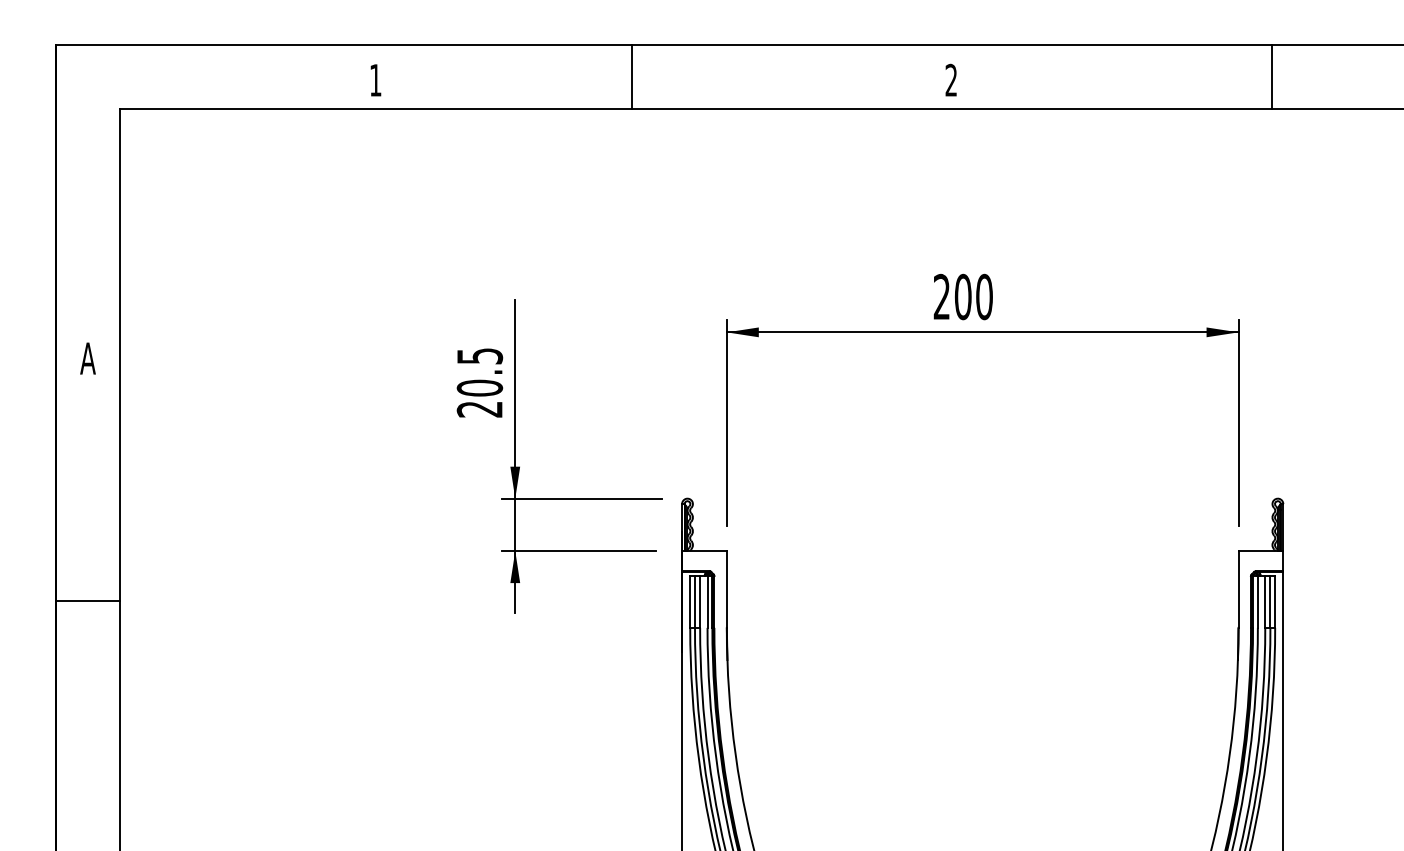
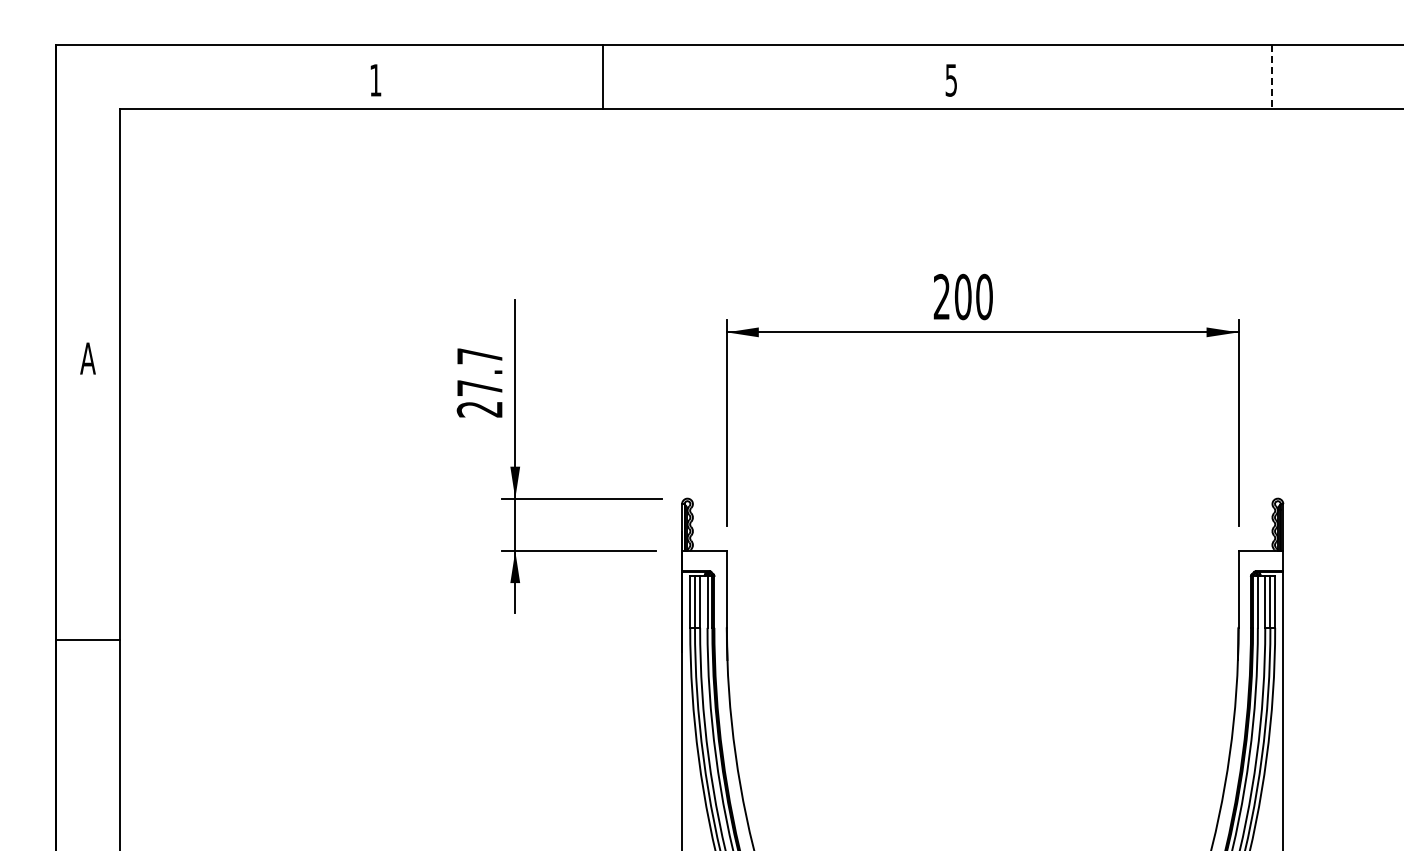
line at (631, 76) position: (631, 76) -> (602, 76)
line at (1271, 76): solid -> dashed
text at (950, 79): 2 -> 5
text at (479, 372): 20.5 -> 27.7
line at (88, 601) position: (88, 601) -> (88, 640)
